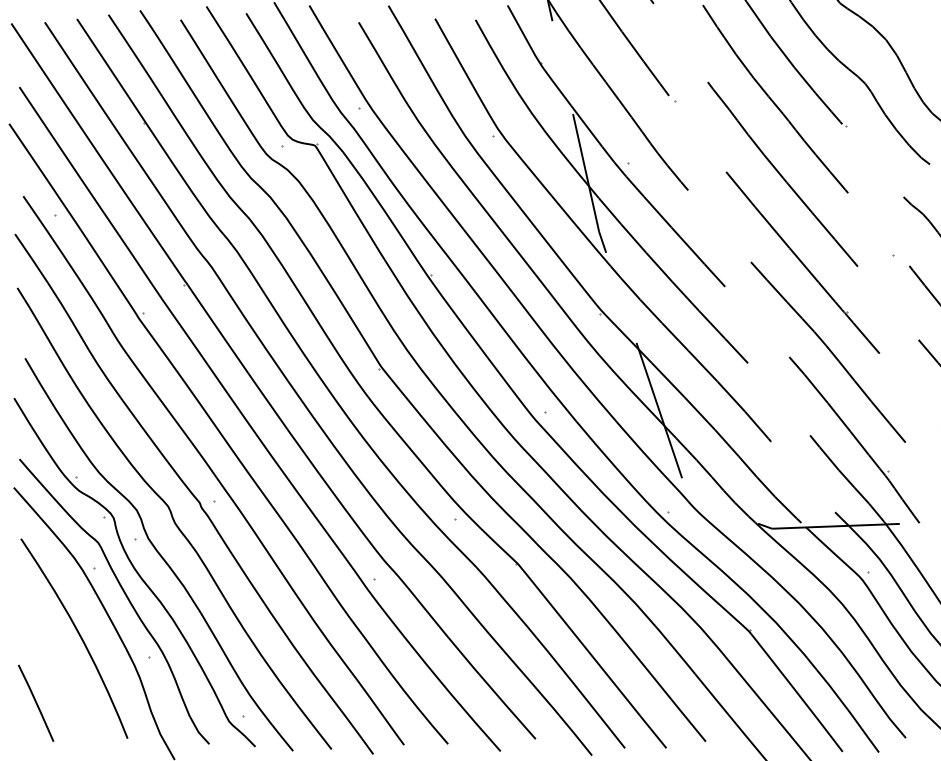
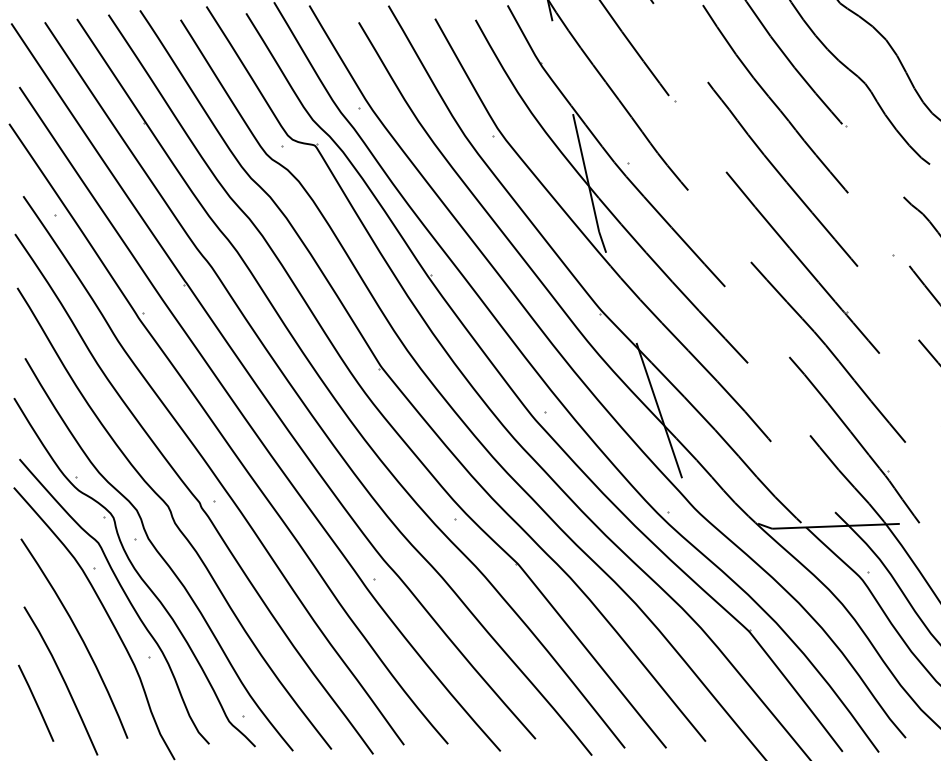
curve at (62, 679): none -> present
